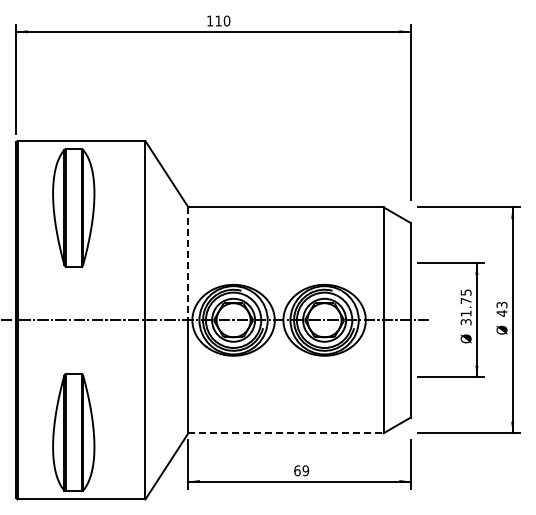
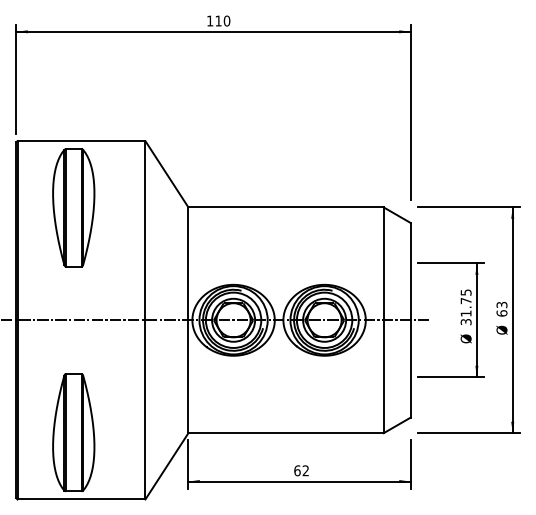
line at (188, 264): dashed -> solid
text at (501, 313): 43 -> 63
line at (286, 433): dashed -> solid
text at (305, 470): 69 -> 62
